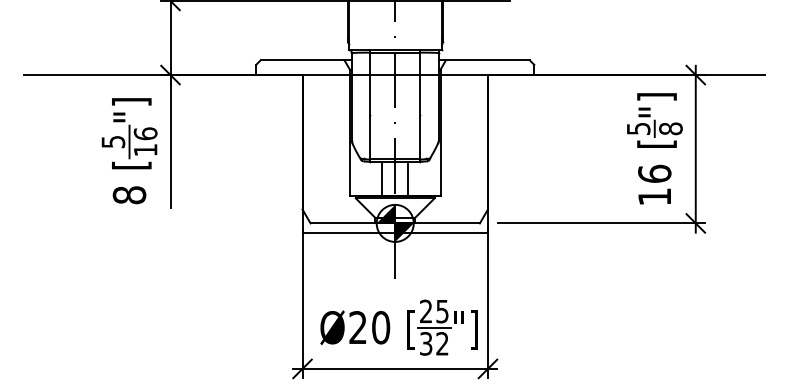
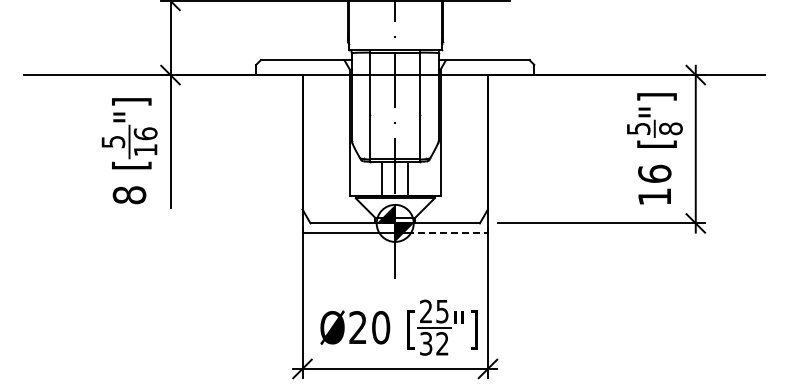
line at (447, 232): solid -> dashed
